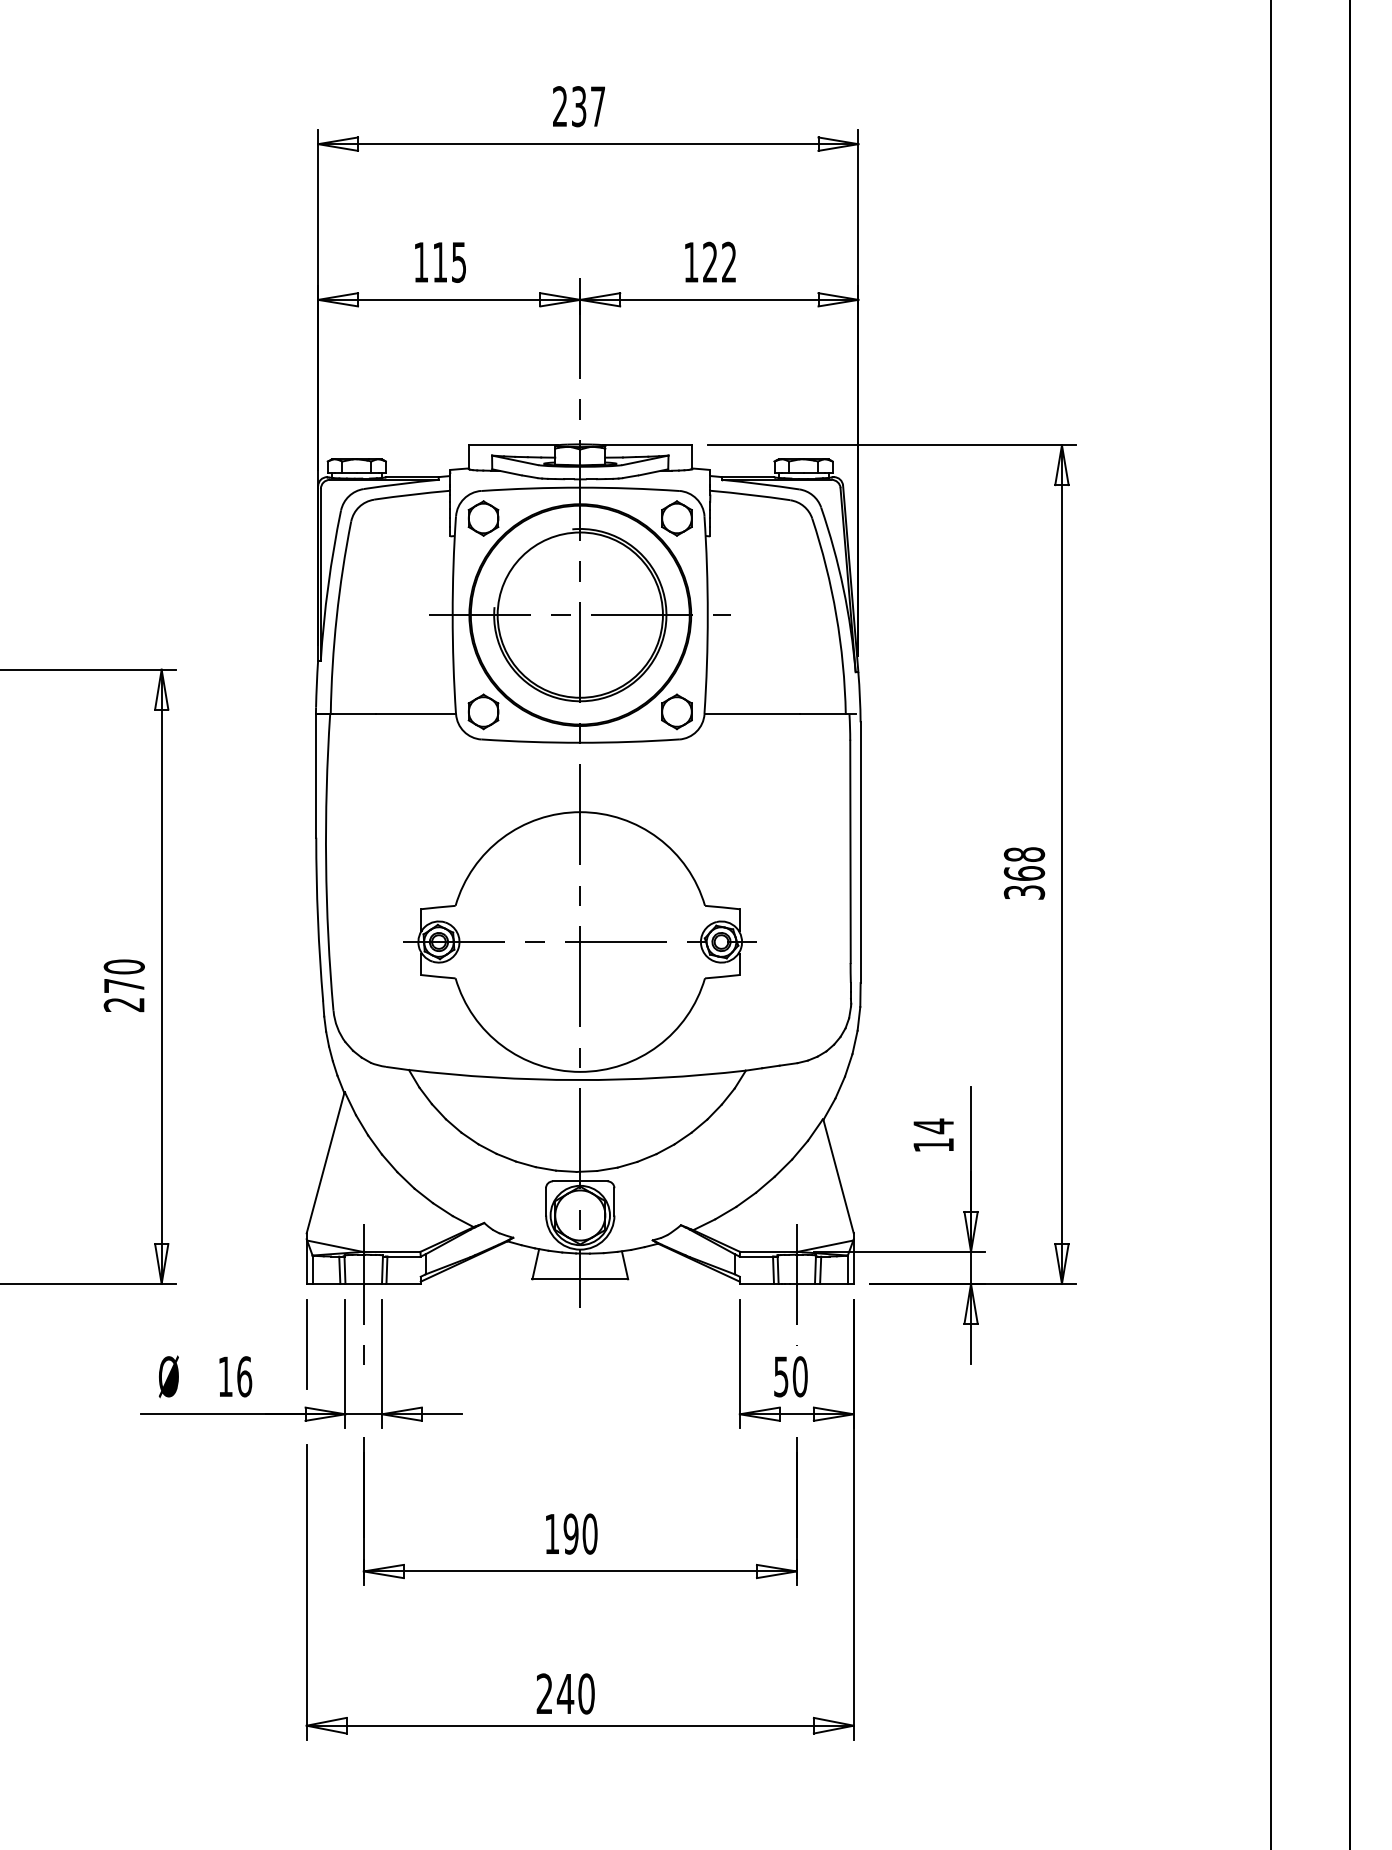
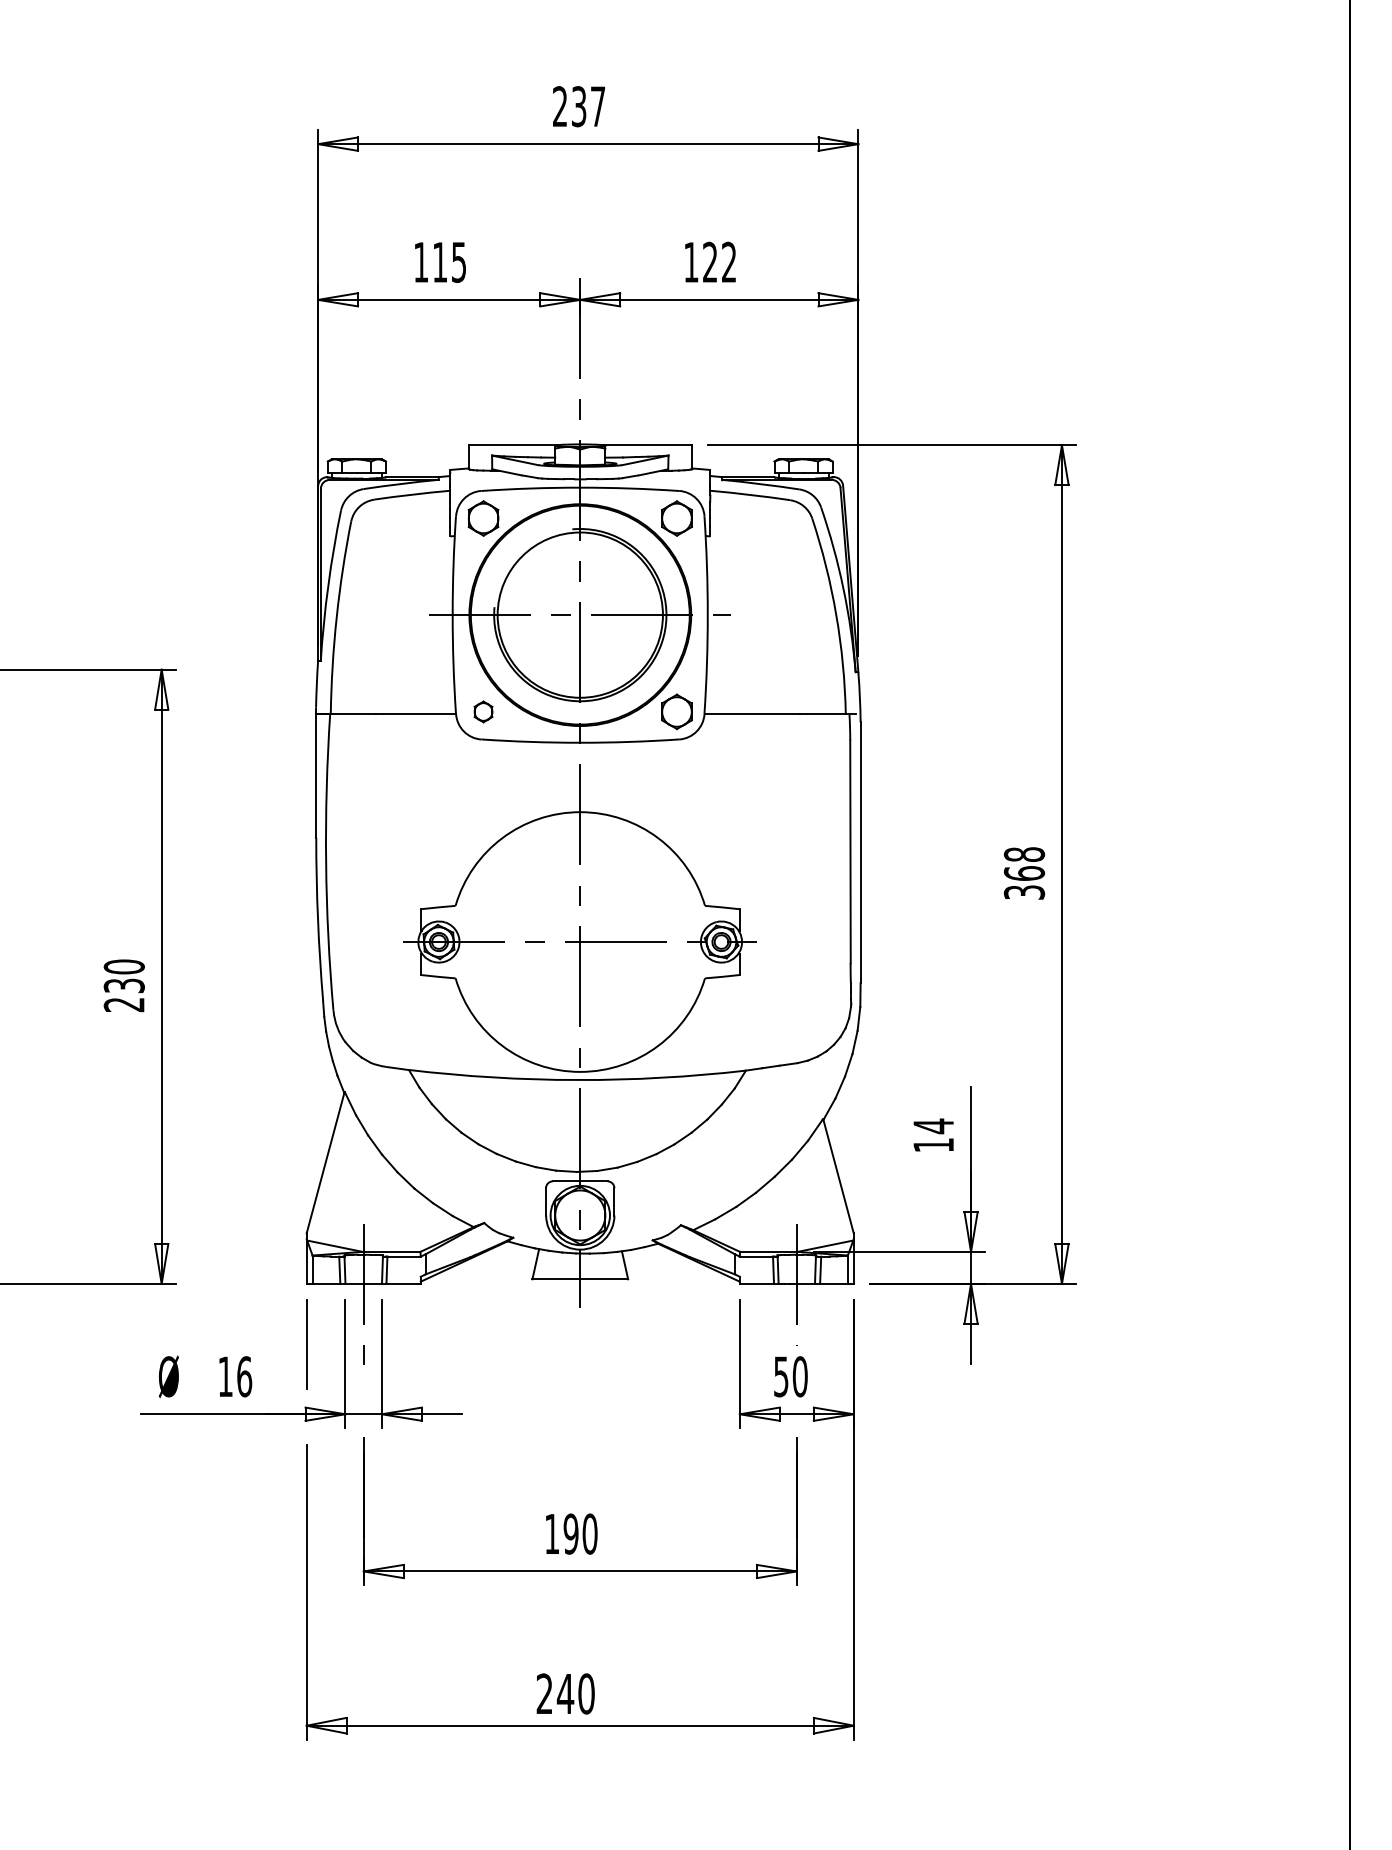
part at (483, 711) size: 33x38 px -> 21x24 px
line at (1270, 924): present -> none
text at (123, 985): 270 -> 230
